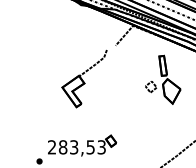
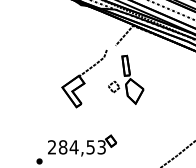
part at (163, 79) position: (163, 79) -> (126, 79)
text at (73, 147): 283,53 -> 284,53
